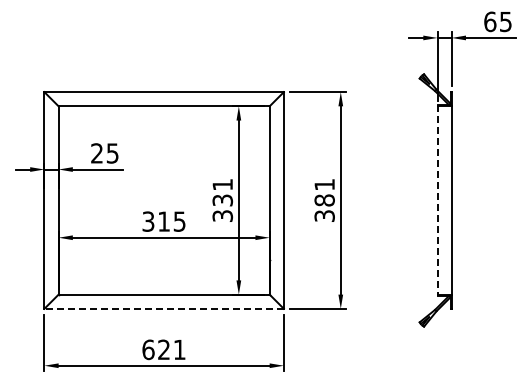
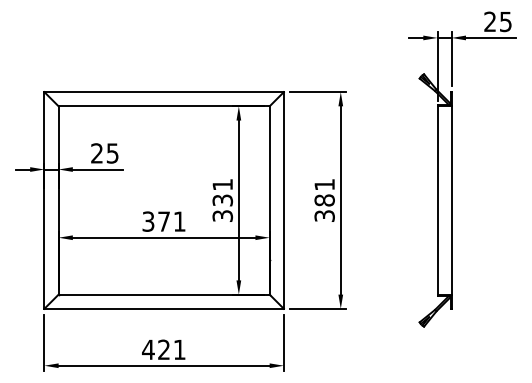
text at (490, 21): 65 -> 25
line at (437, 200): dashed -> solid
text at (171, 221): 315 -> 371
line at (164, 308): dashed -> solid
text at (148, 349): 621 -> 421
